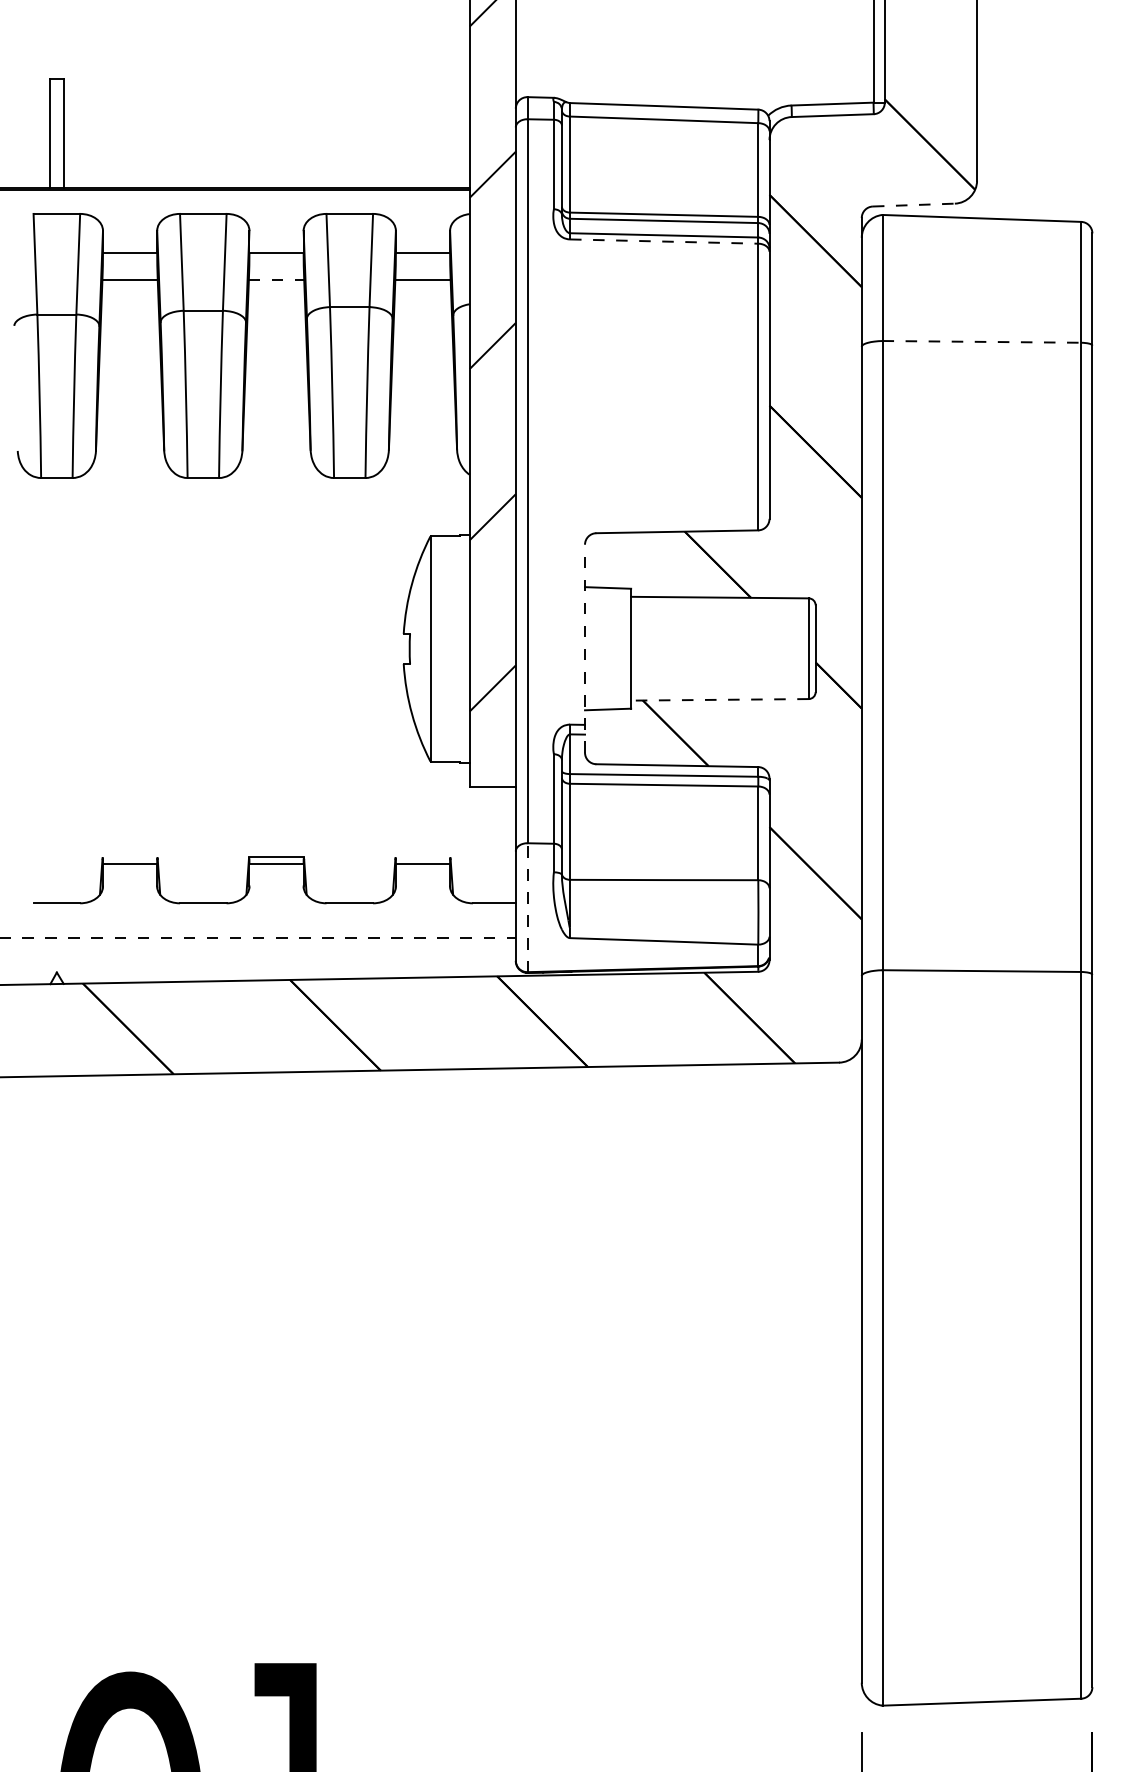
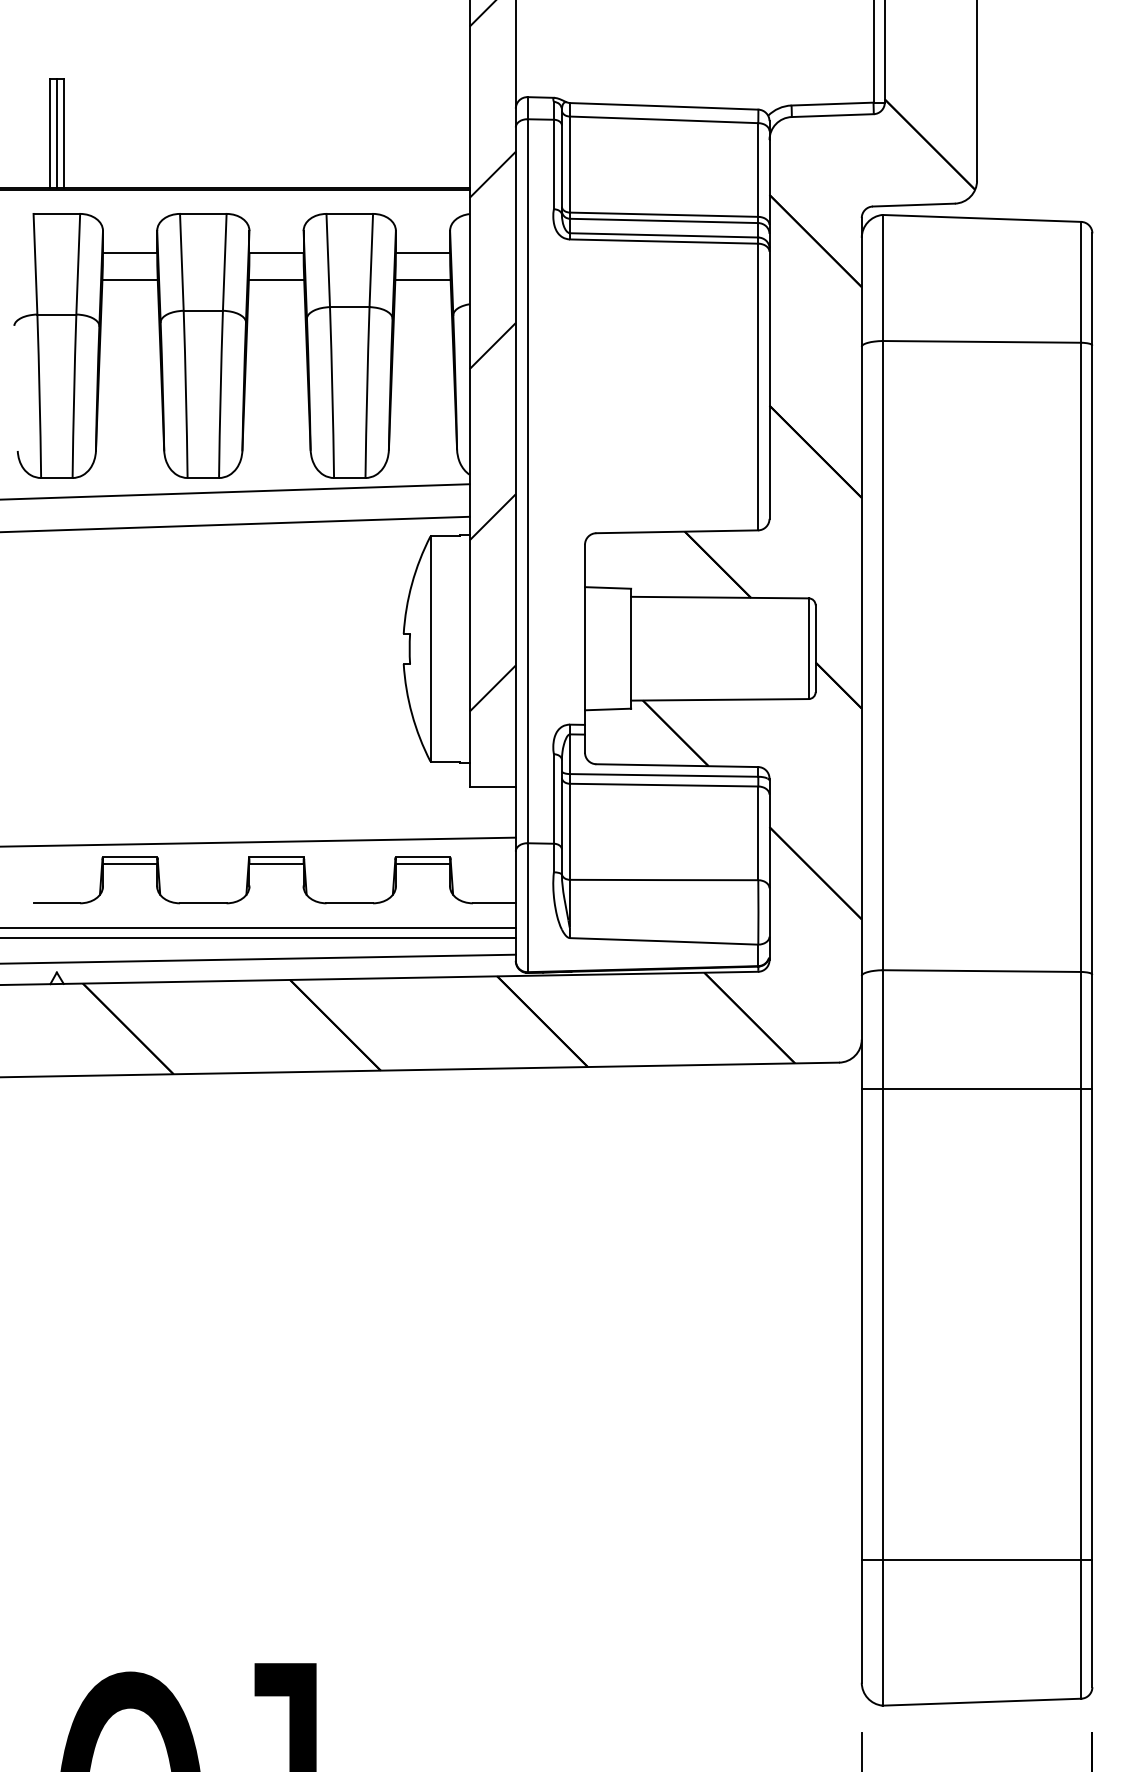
line at (56, 133): none -> present
line at (913, 205): dashed -> solid
line at (664, 241): dashed -> solid
line at (276, 280): dashed -> solid
line at (982, 341): dashed -> solid
line at (235, 491): none -> present
line at (235, 524): none -> present
line at (585, 648): dashed -> solid
line at (719, 699): dashed -> solid
line at (258, 841): none -> present
line at (129, 857): none -> present
line at (422, 857): none -> present
line at (527, 908): dashed -> solid
line at (258, 927): none -> present
line at (258, 938): dashed -> solid
line at (258, 958): none -> present
line at (976, 1088): none -> present
line at (976, 1559): none -> present
